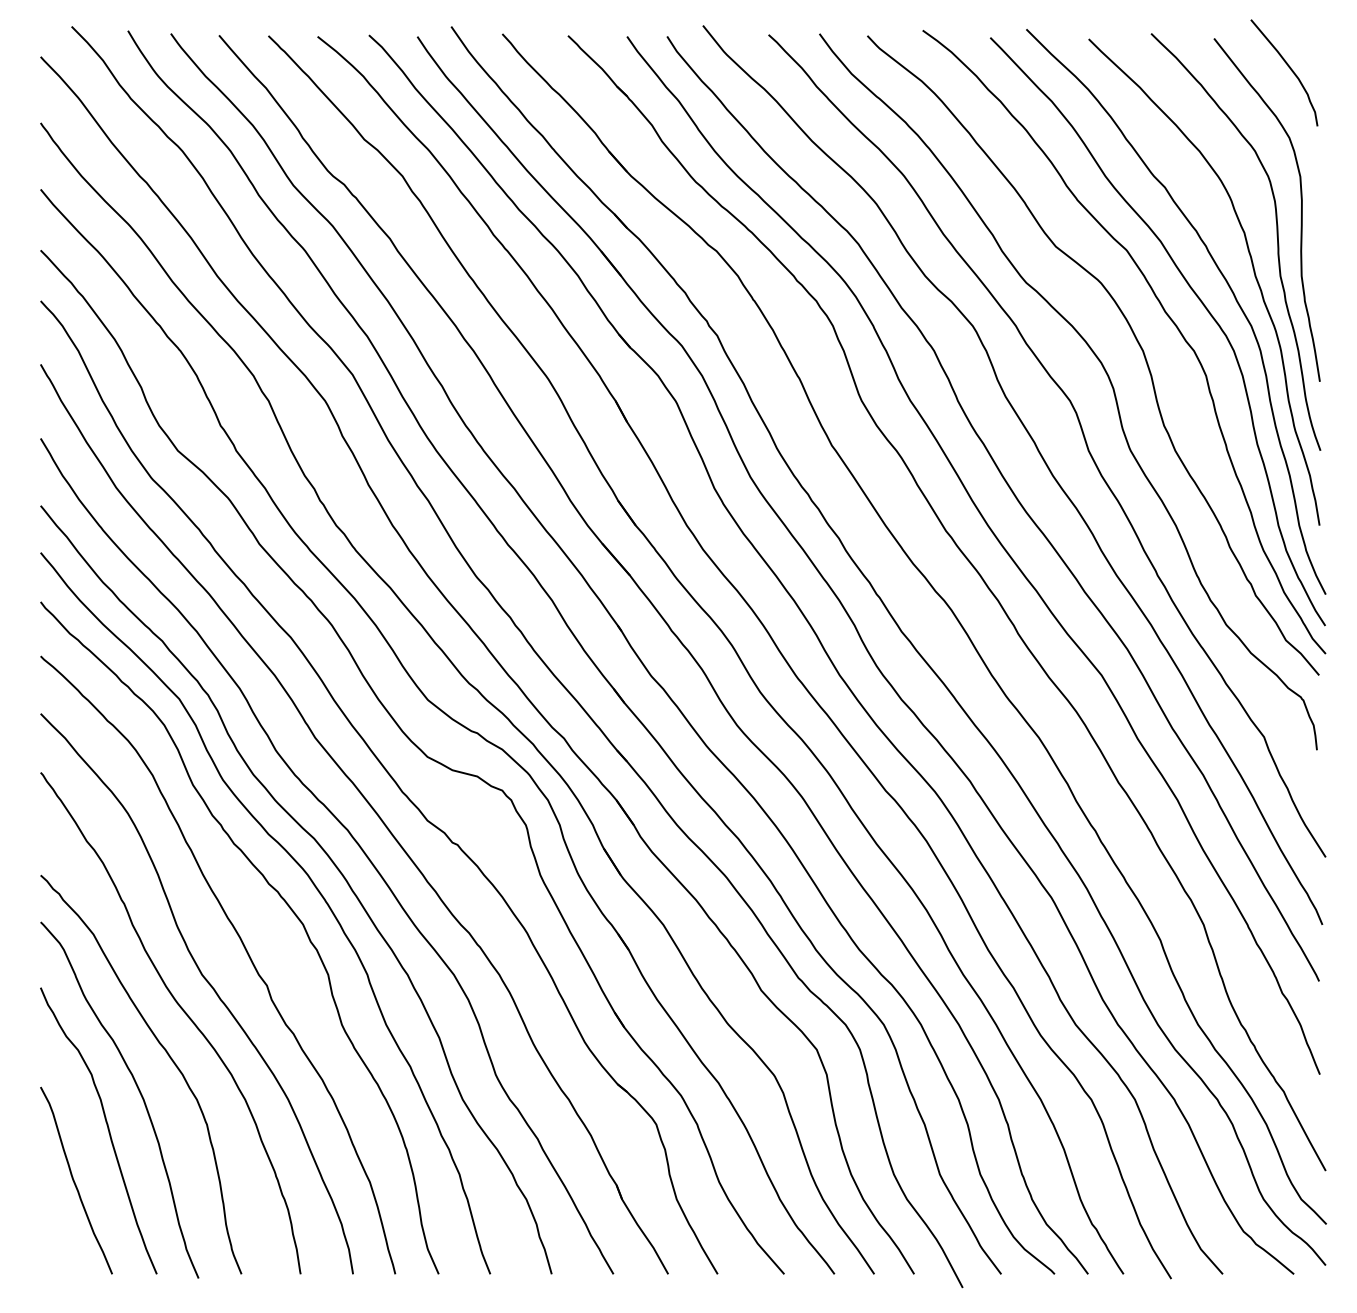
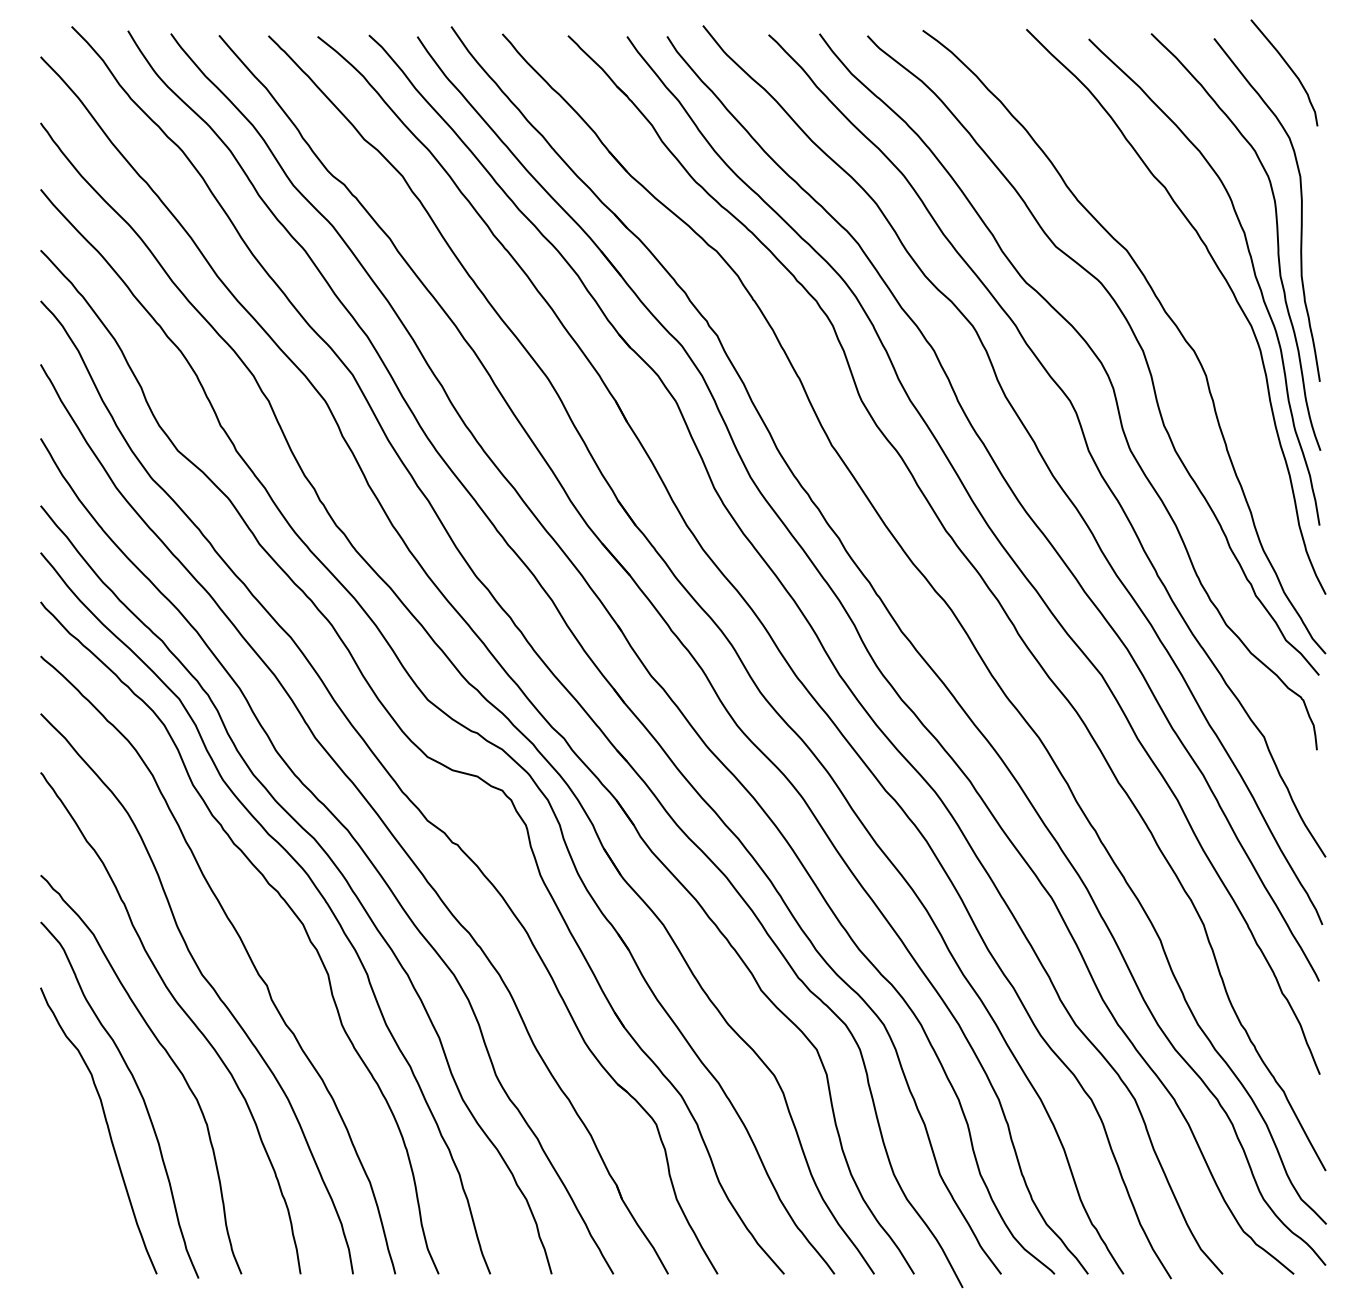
curve at (1198, 299): present -> none
curve at (74, 1180): present -> none
